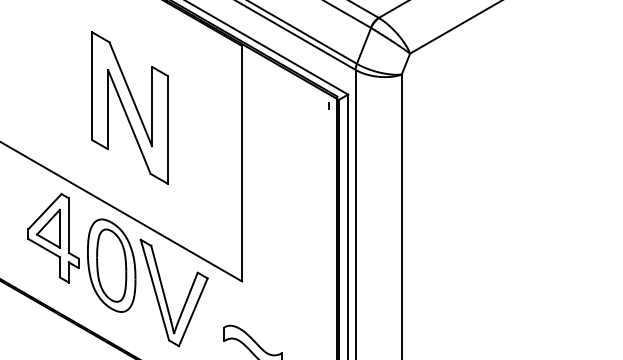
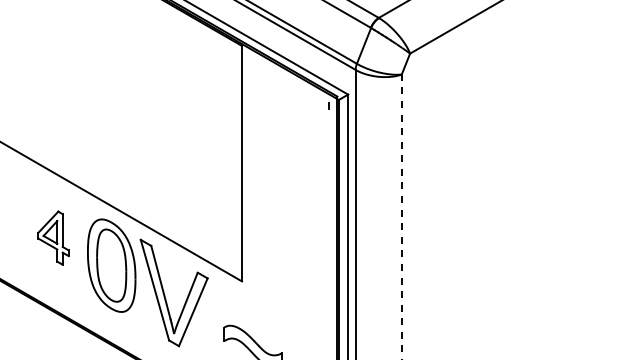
part at (129, 107): present -> none
line at (401, 216): solid -> dashed
part at (53, 237) size: 53x92 px -> 33x56 px
